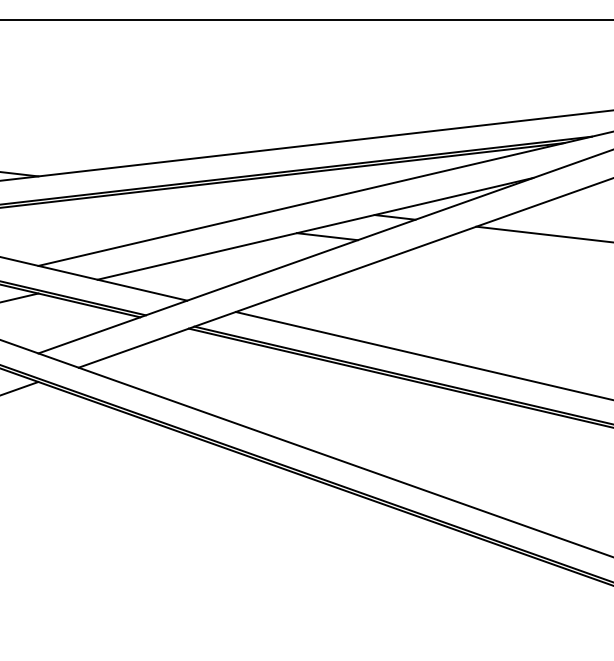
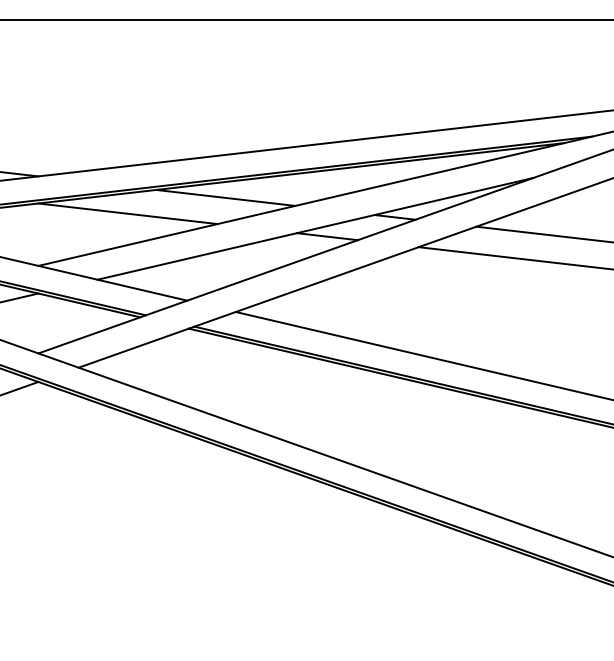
line at (225, 197): none -> present
line at (127, 213): none -> present
line at (514, 258): none -> present
